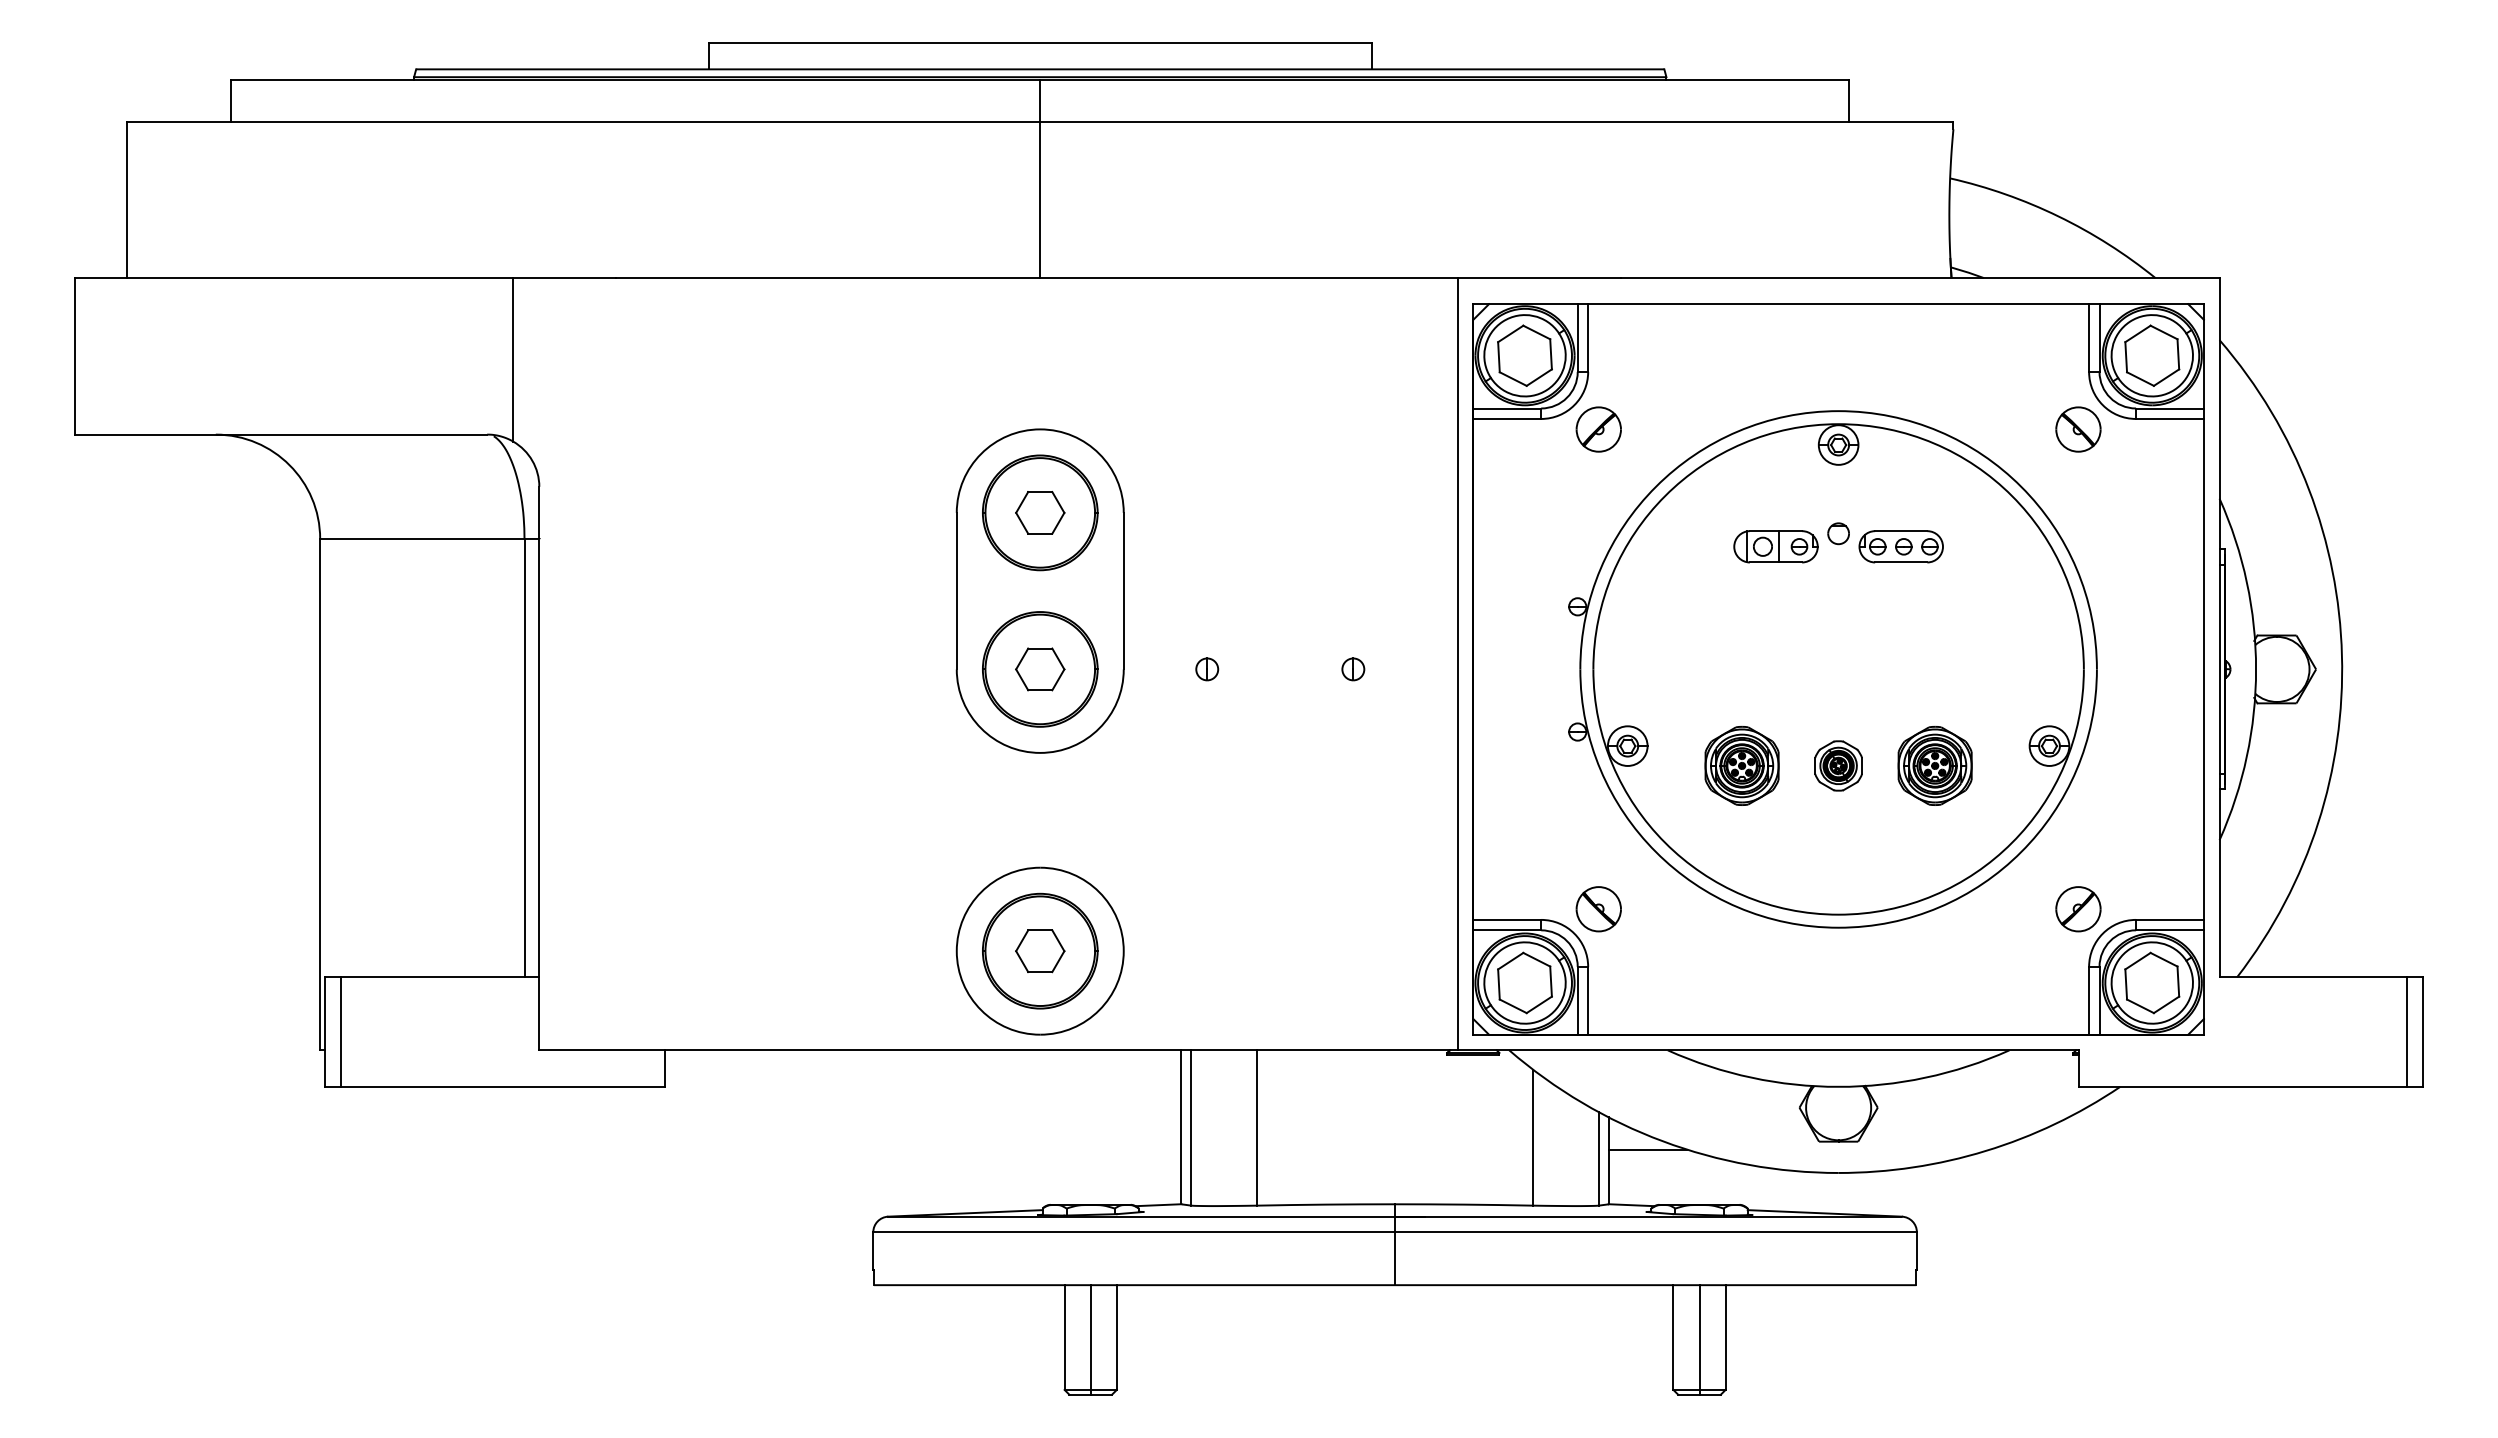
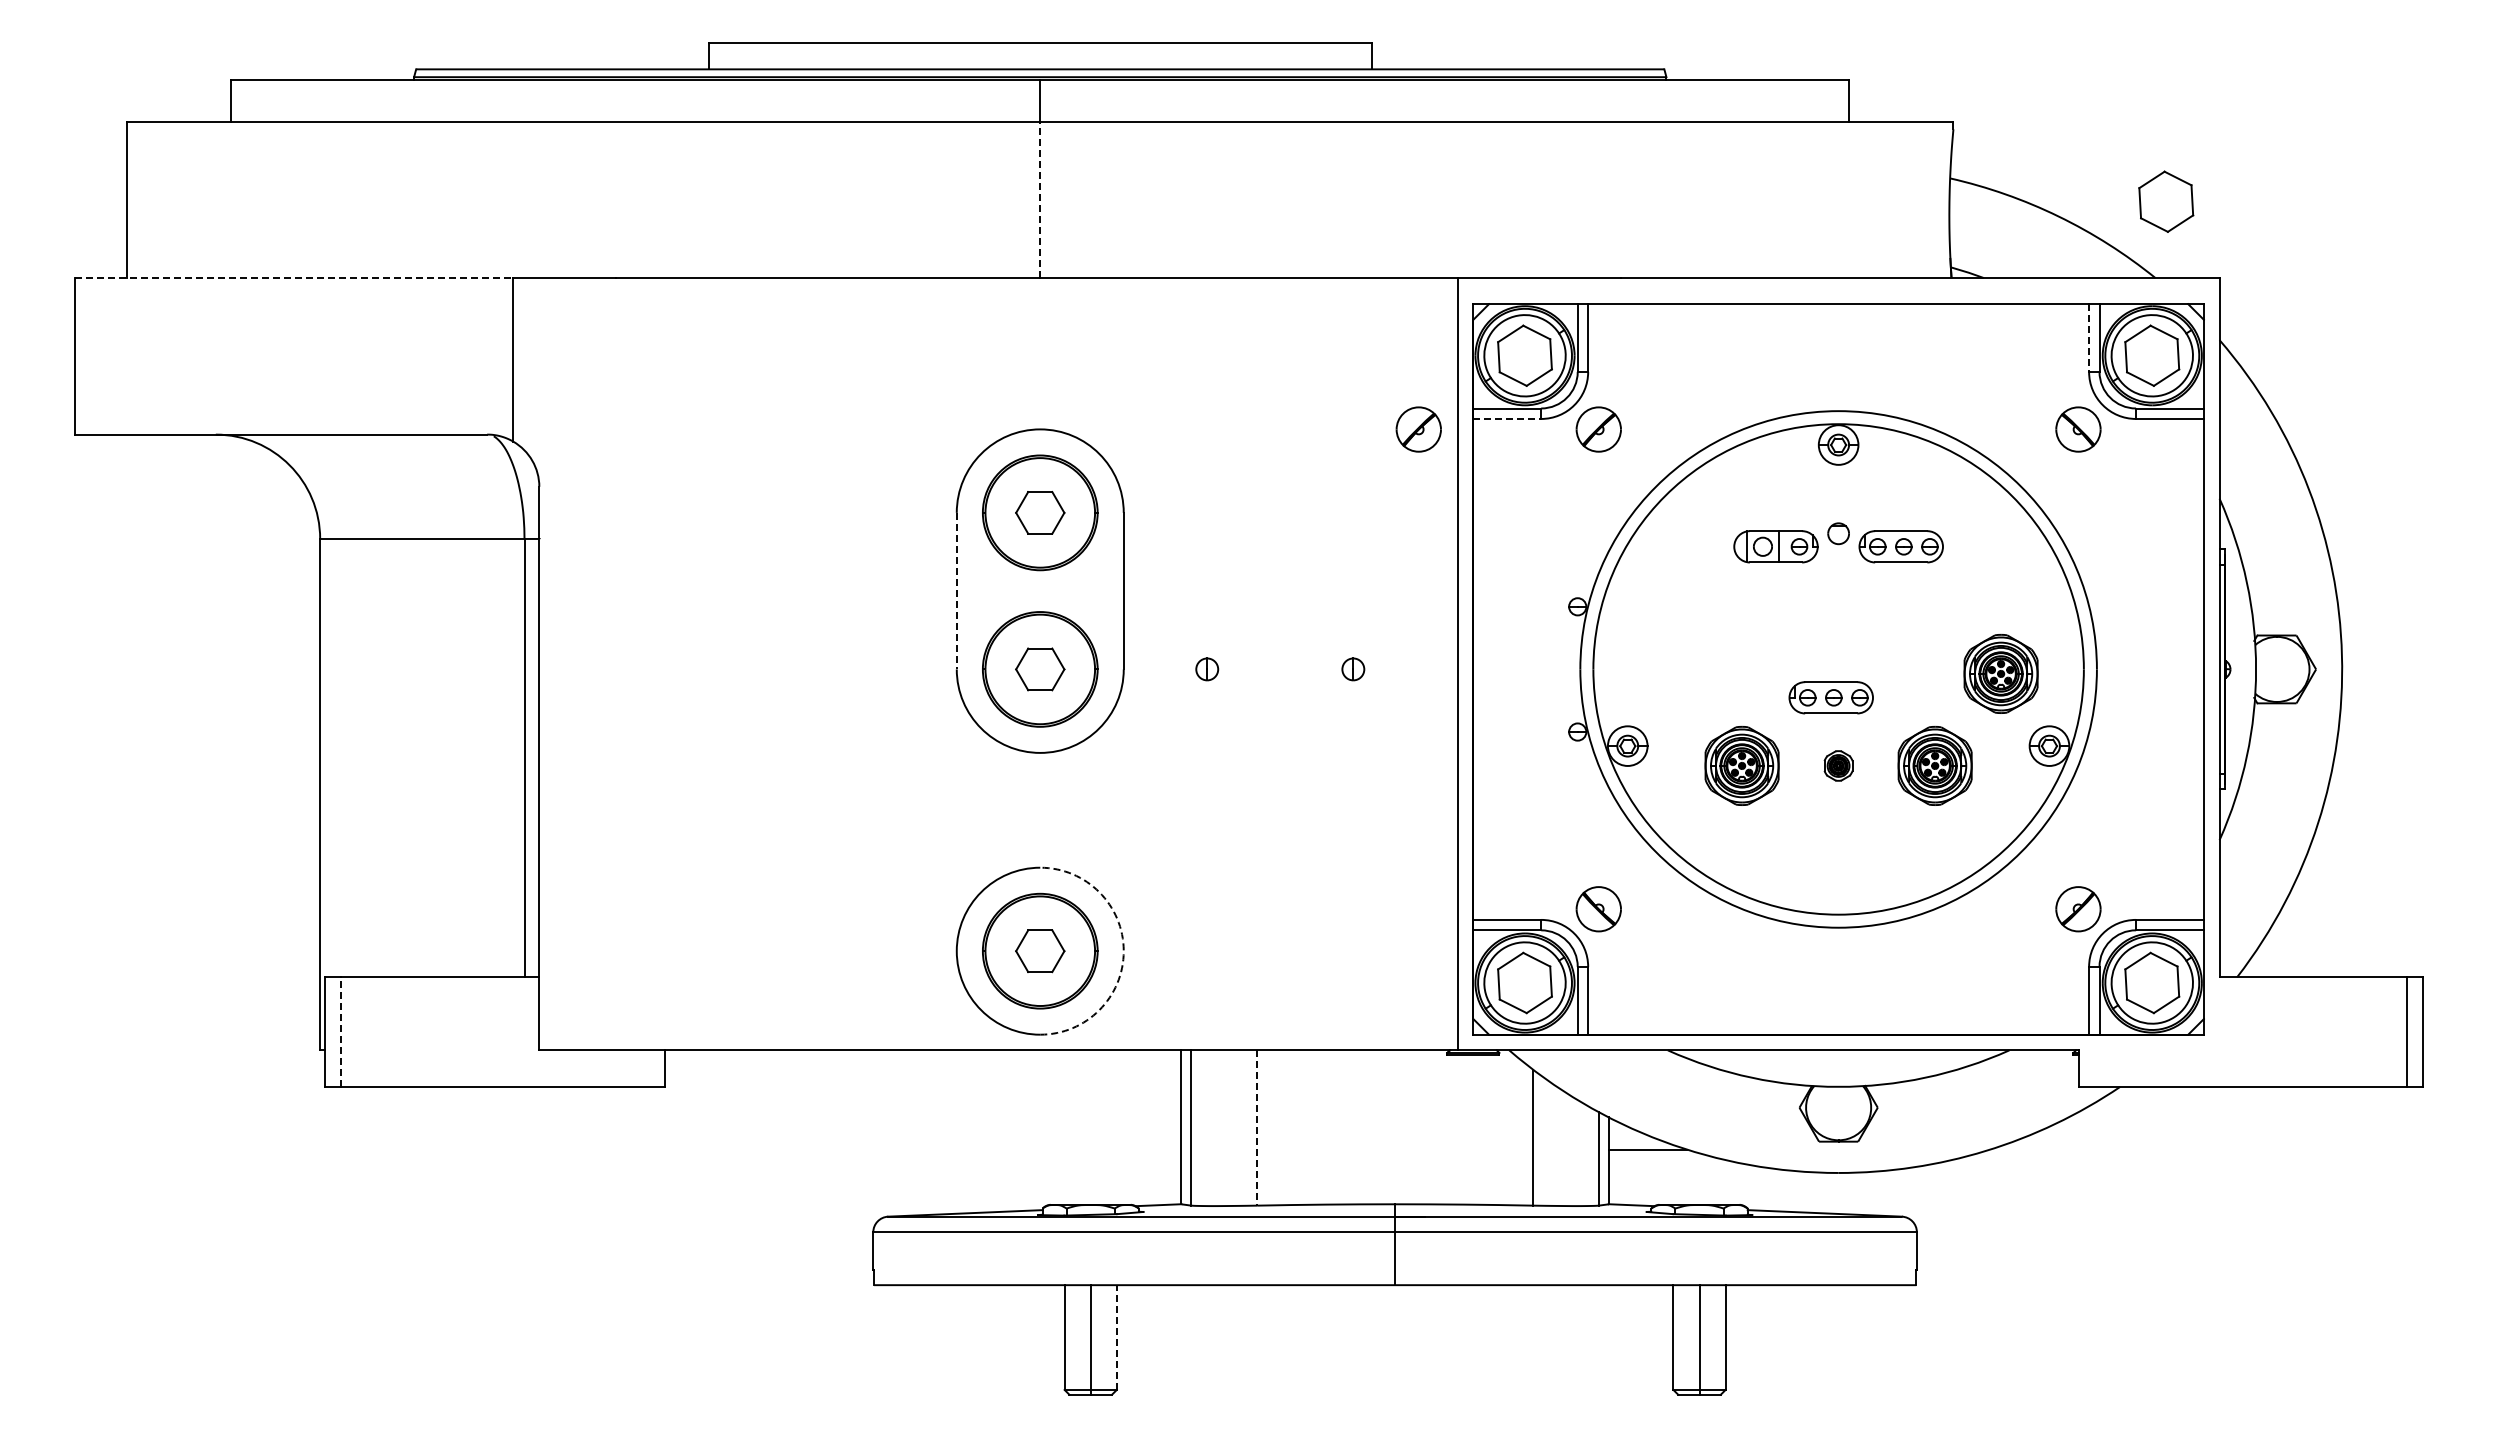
line at (1040, 199): solid -> dashed
part at (2166, 201): none -> present
line at (294, 278): solid -> dashed
line at (2089, 338): solid -> dashed
line at (1507, 418): solid -> dashed
part at (1418, 429): none -> present
line at (956, 591): solid -> dashed
part at (2000, 673): none -> present
part at (1830, 697): none -> present
part at (1838, 765) size: 49x52 px -> 31x32 px
arc at (1123, 951): solid -> dashed
line at (341, 1032): solid -> dashed
line at (1257, 1128): solid -> dashed
line at (1116, 1337): solid -> dashed
